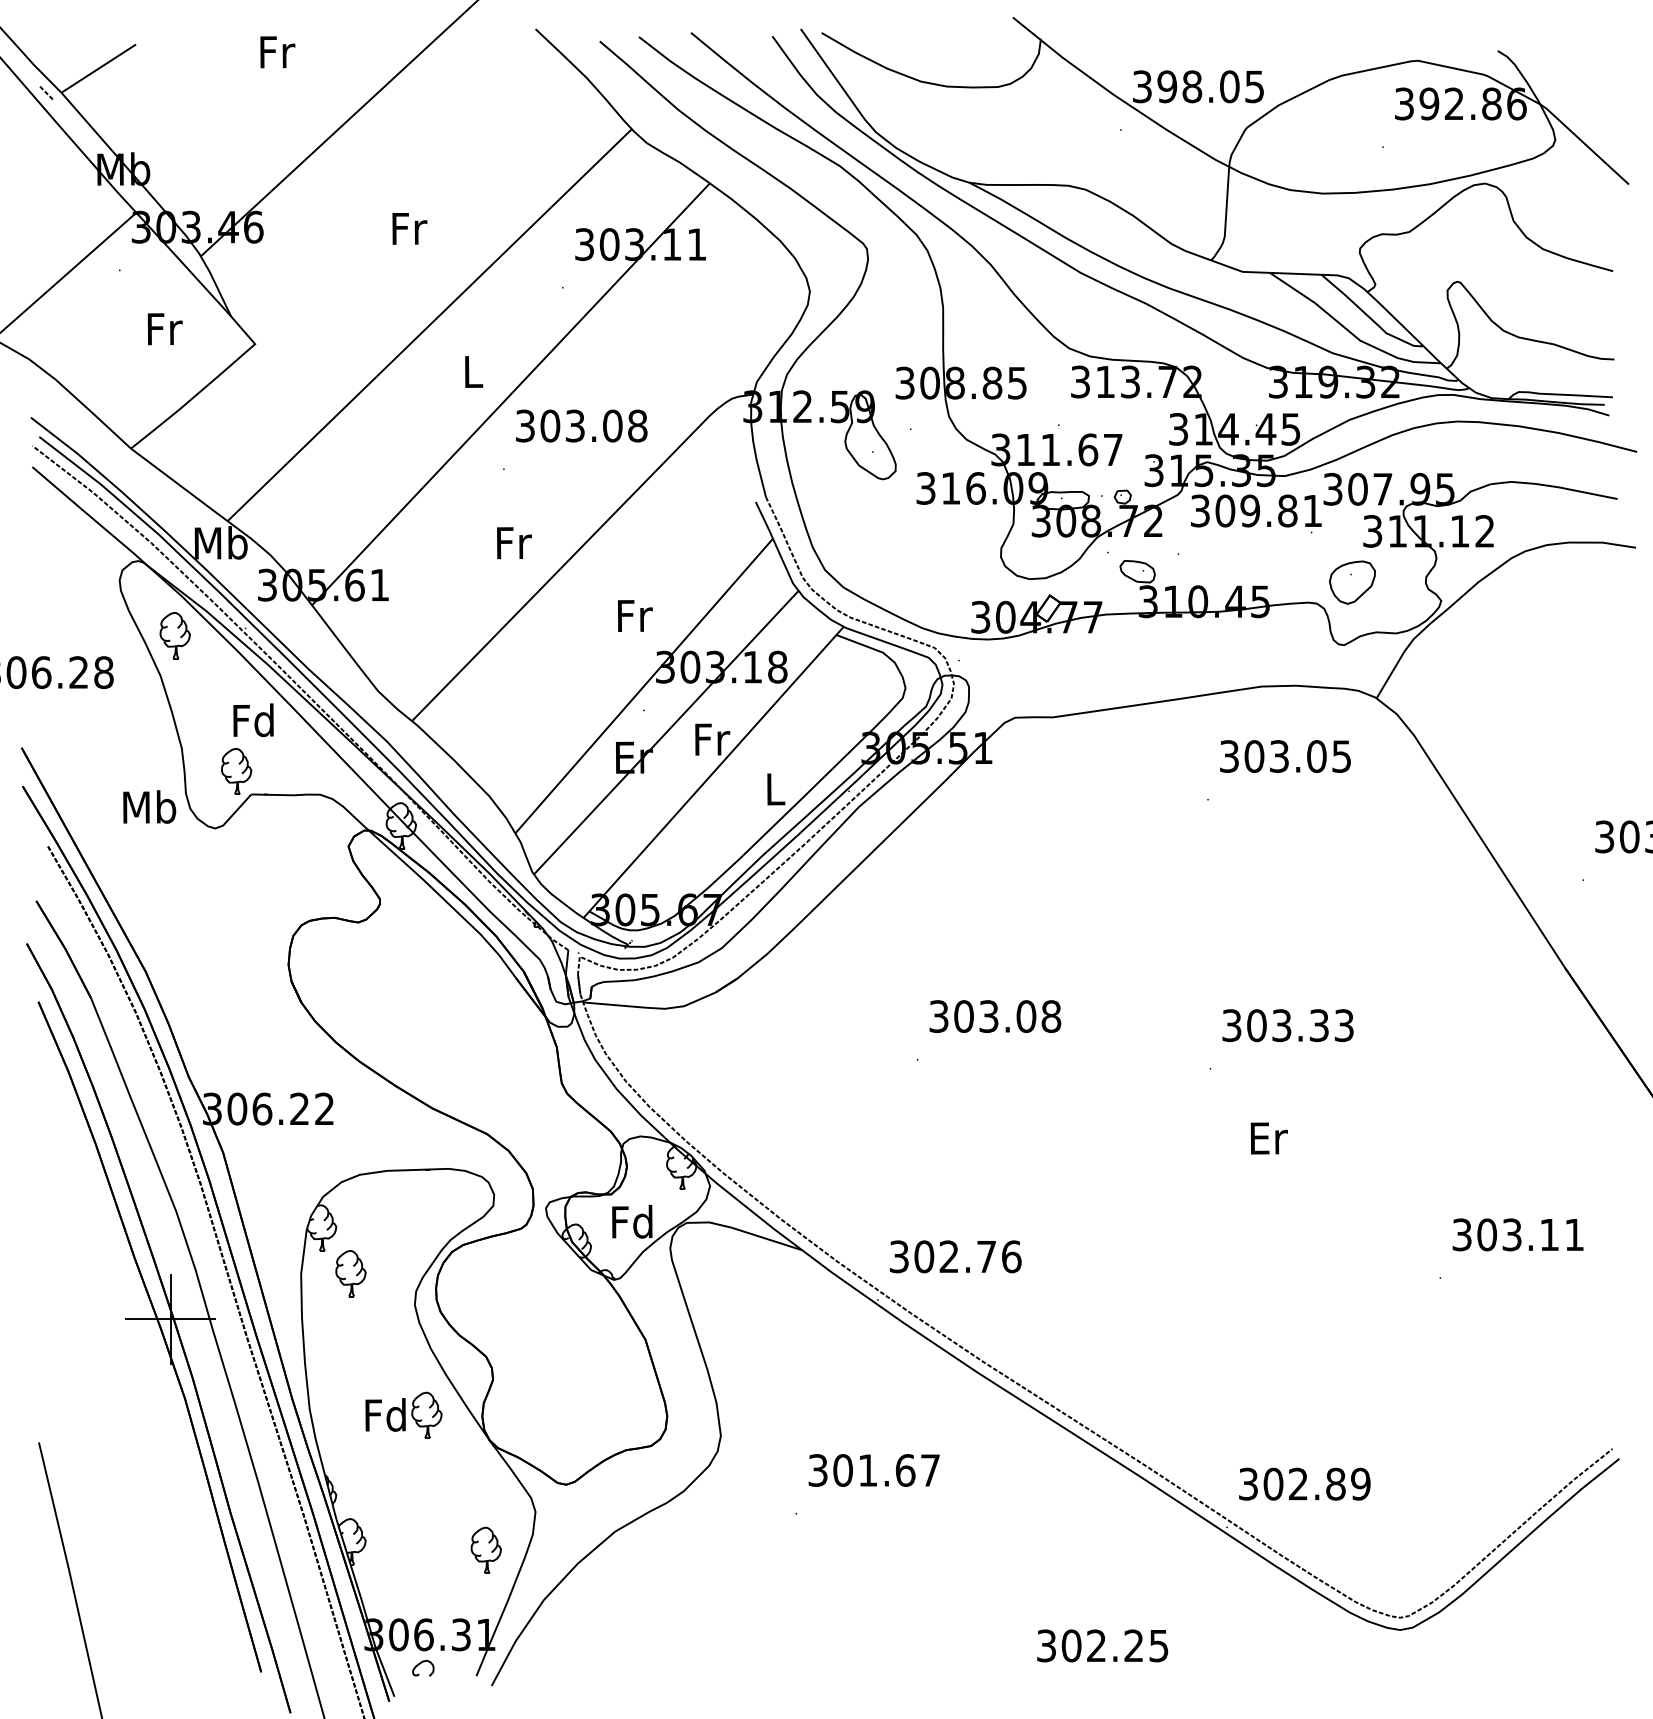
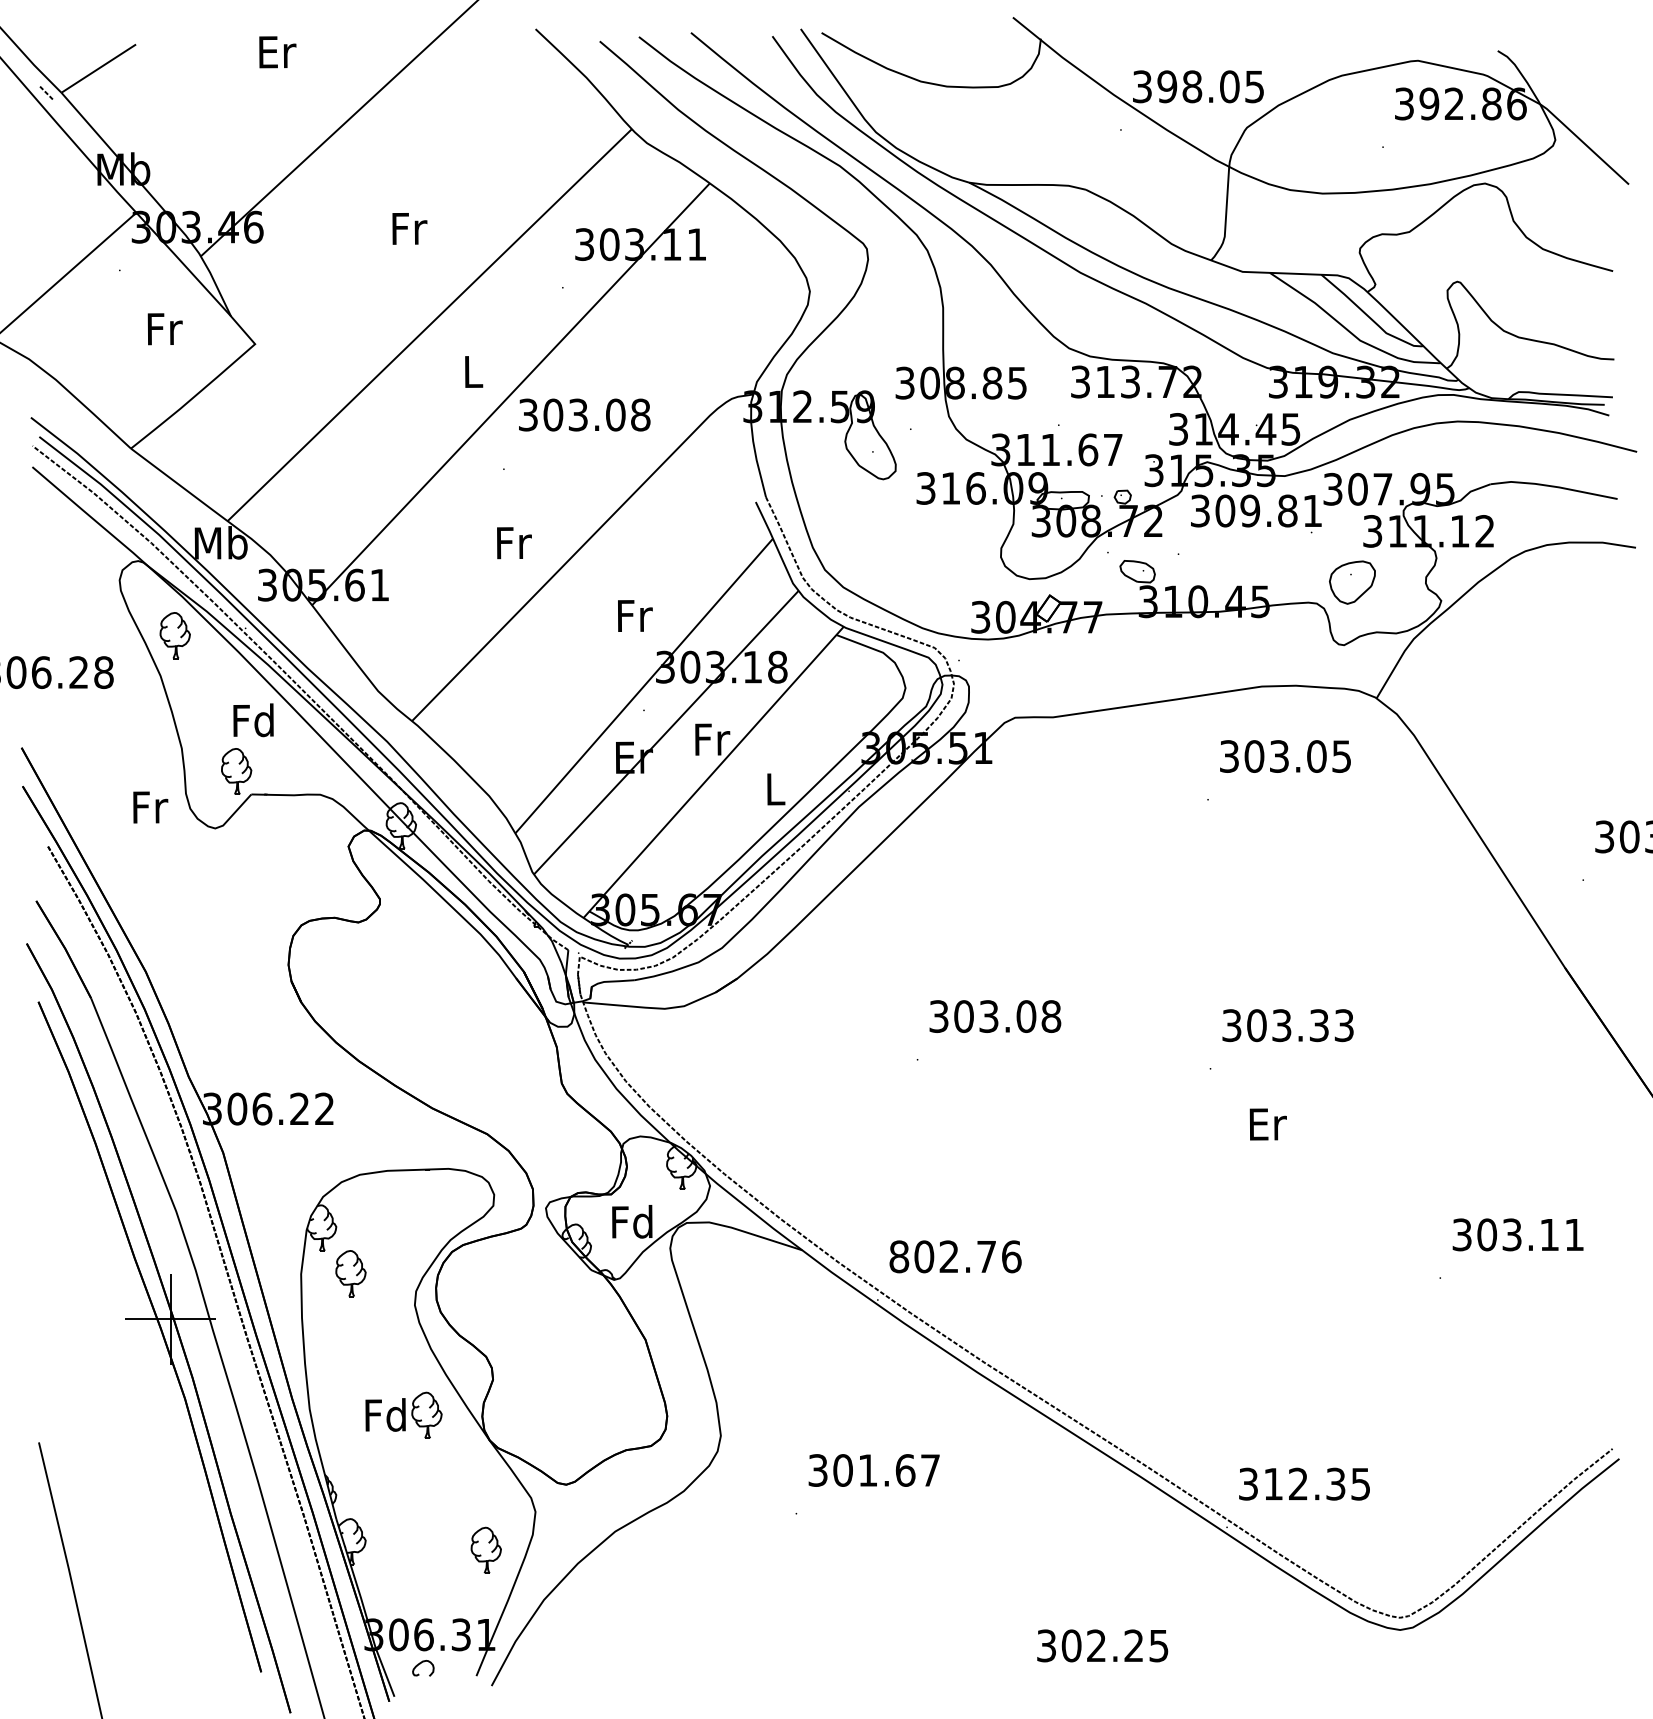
text at (277, 52): Fr -> Er
text at (581, 425) position: (581, 425) -> (584, 414)
text at (149, 806): Mb -> Fr
text at (1268, 1138) position: (1268, 1138) -> (1267, 1124)
text at (899, 1256): 302.76 -> 802.76
text at (1316, 1483): 302.89 -> 312.35
